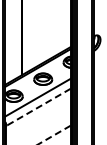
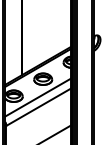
line at (38, 107): dashed -> solid
line at (53, 135): dashed -> solid
